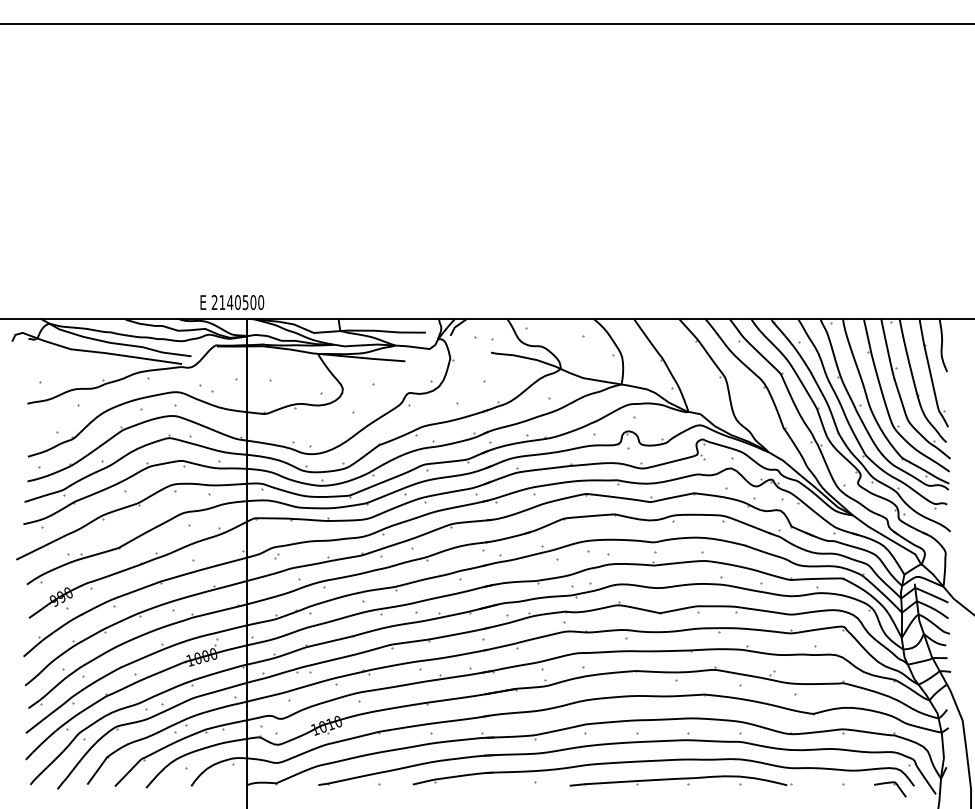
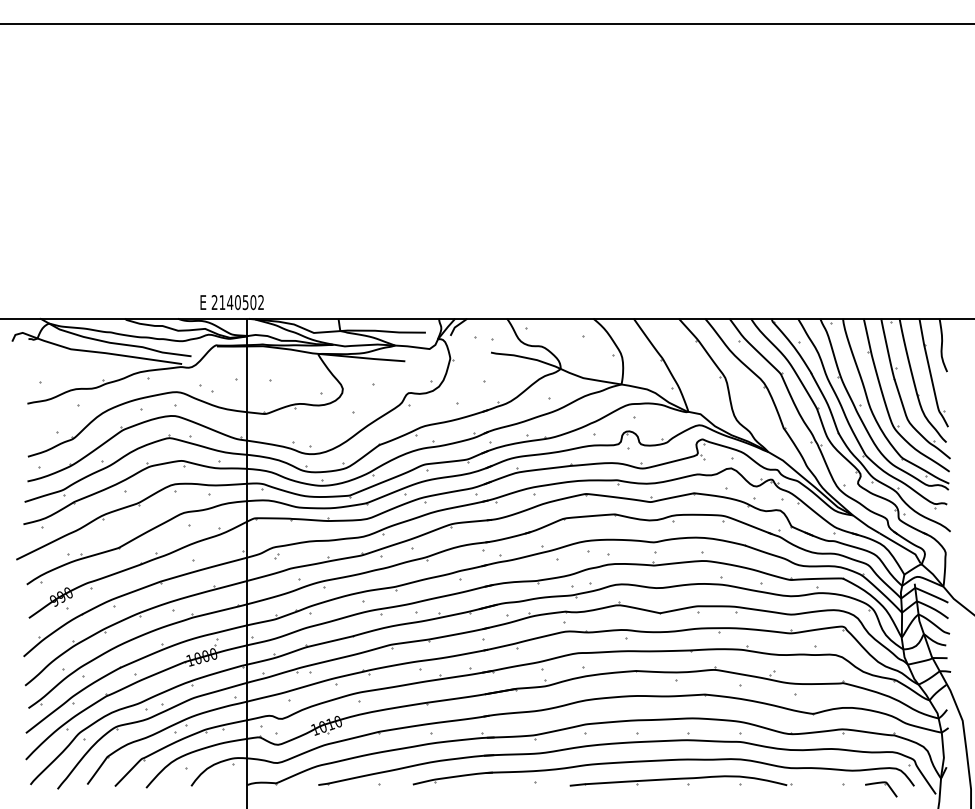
text at (261, 302): 2140500 -> 2140502
part at (890, 789) position: (890, 789) -> (881, 789)
